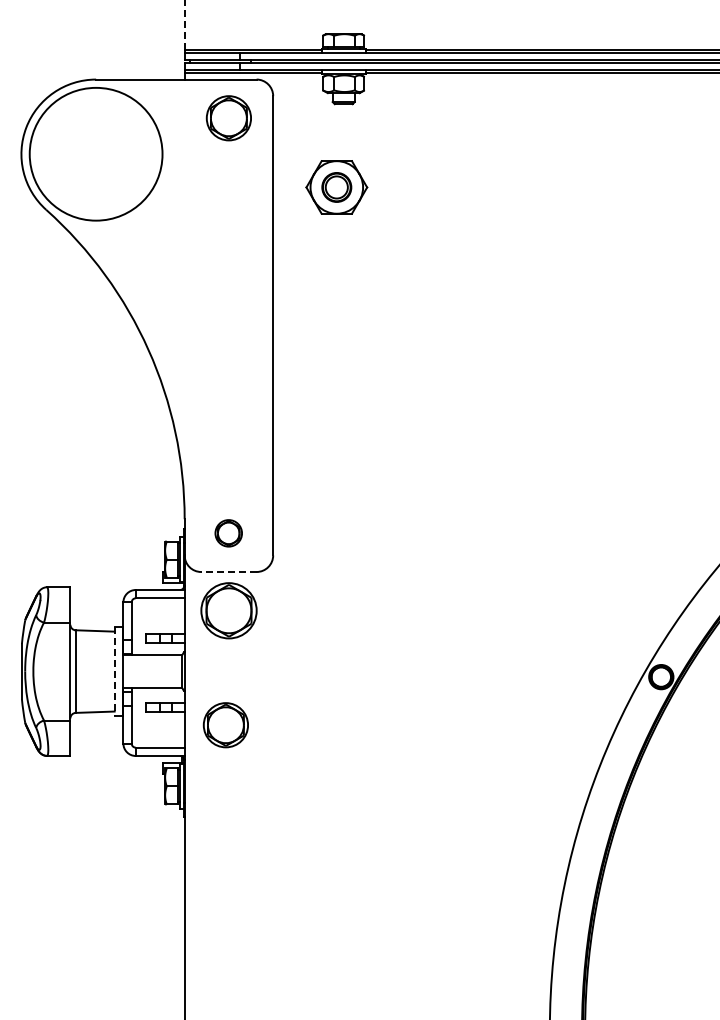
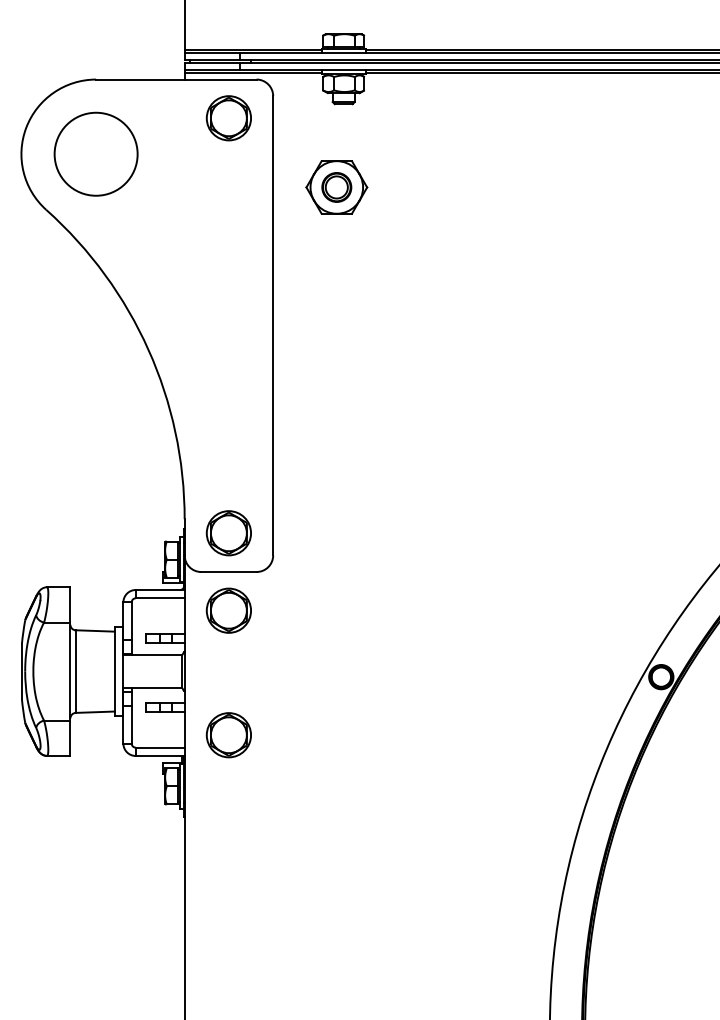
line at (184, 24): dashed -> solid
circle at (95, 153) diameter: 133 px -> 83 px
part at (228, 533) size: 29x29 px -> 47x47 px
line at (228, 572): dashed -> solid
part at (228, 610) size: 58x58 px -> 47x47 px
line at (114, 672): dashed -> solid
part at (225, 725) position: (225, 725) -> (228, 735)
